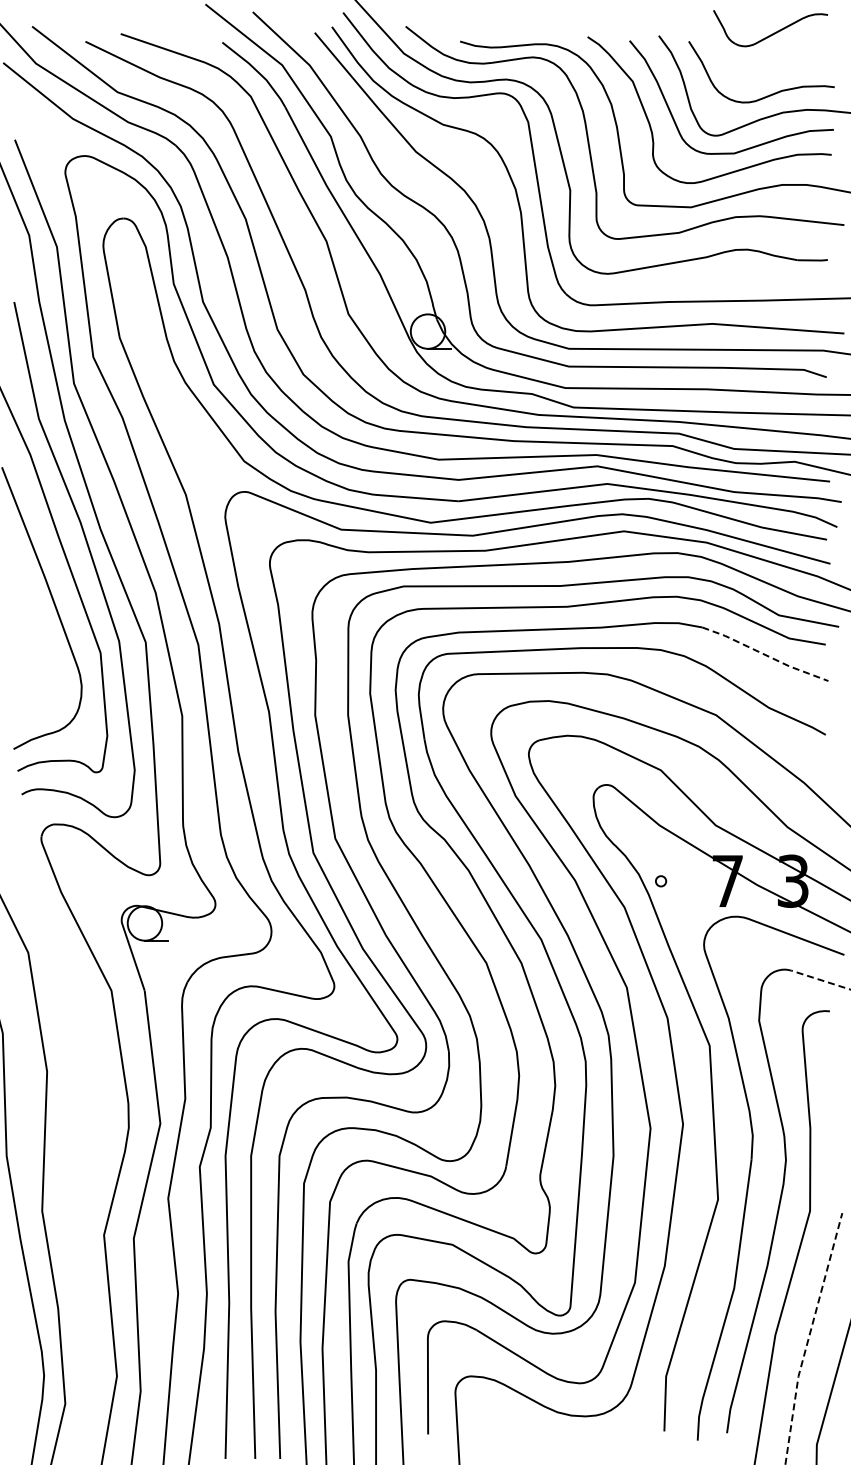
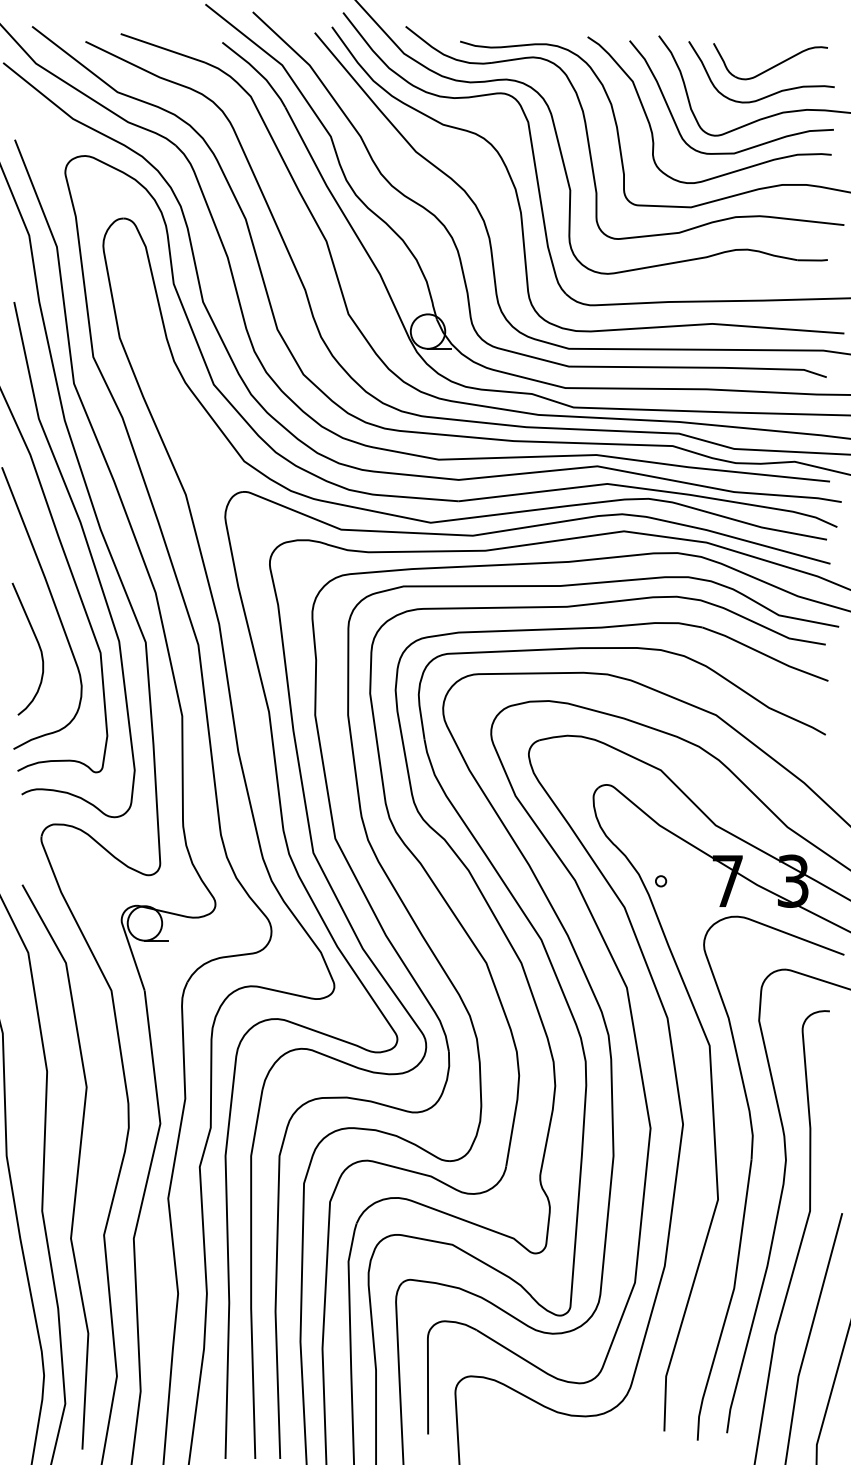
part at (770, 28) position: (770, 28) -> (770, 61)
curve at (37, 643): none -> present
line at (765, 654): dashed -> solid
line at (817, 978): dashed -> solid
curve at (77, 1166): none -> present
line at (808, 1338): dashed -> solid
